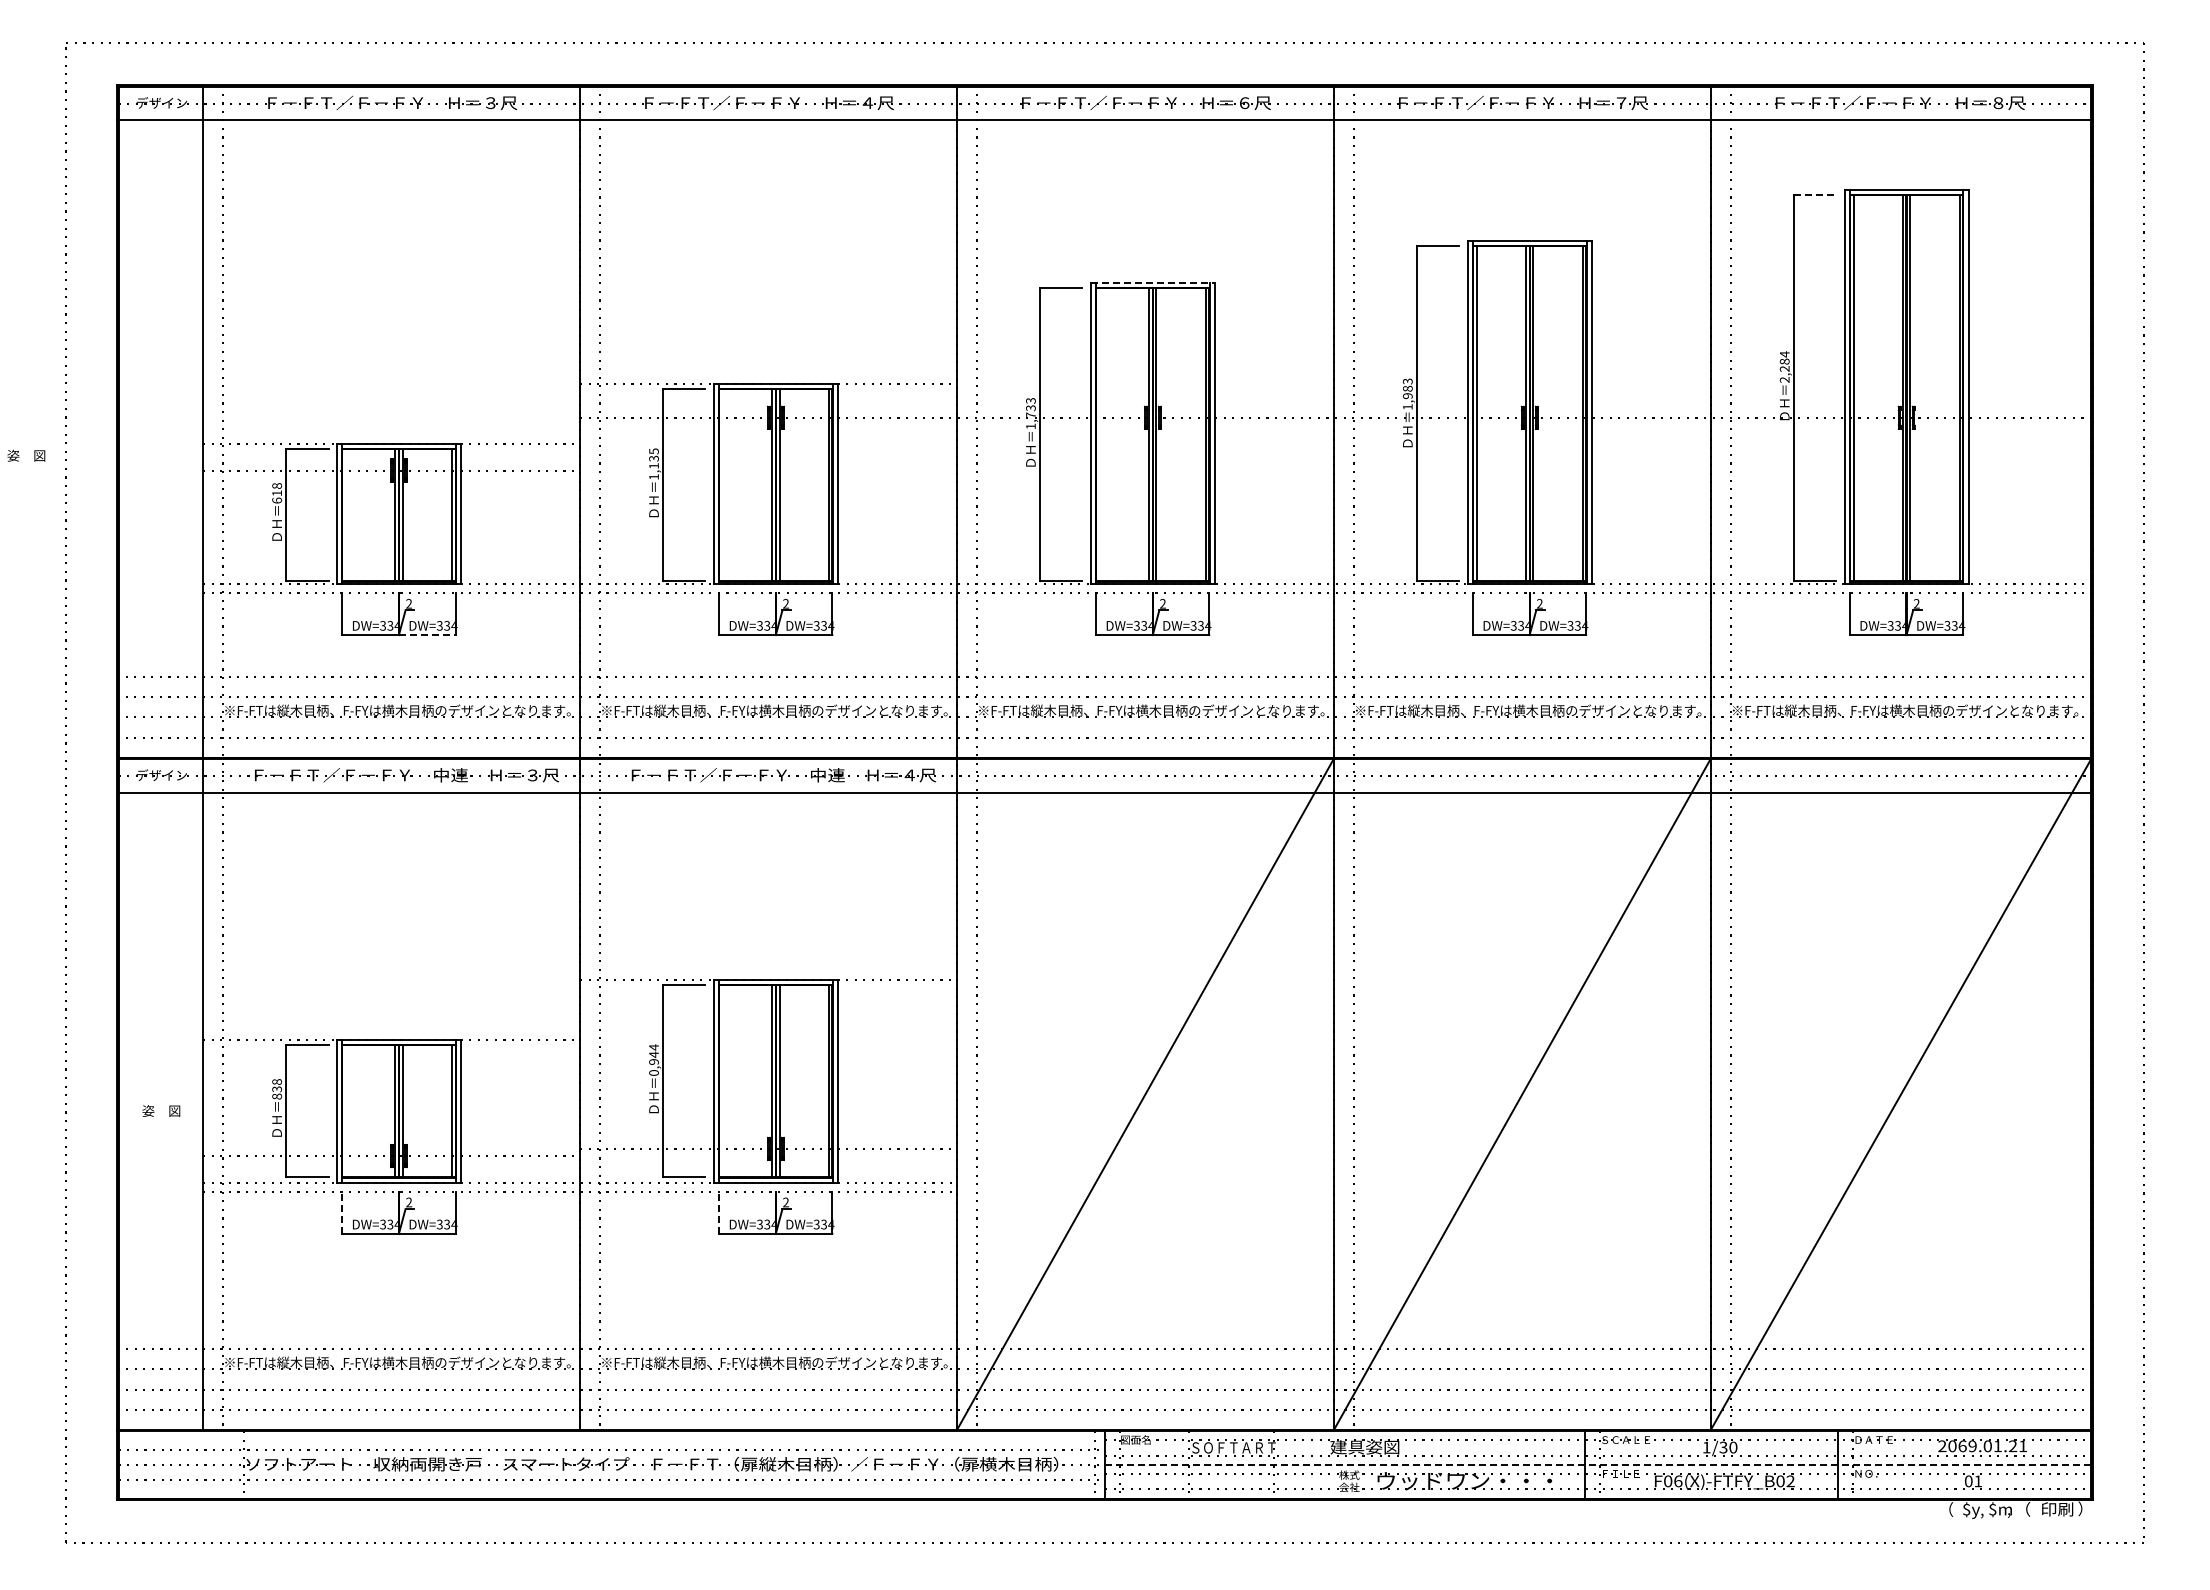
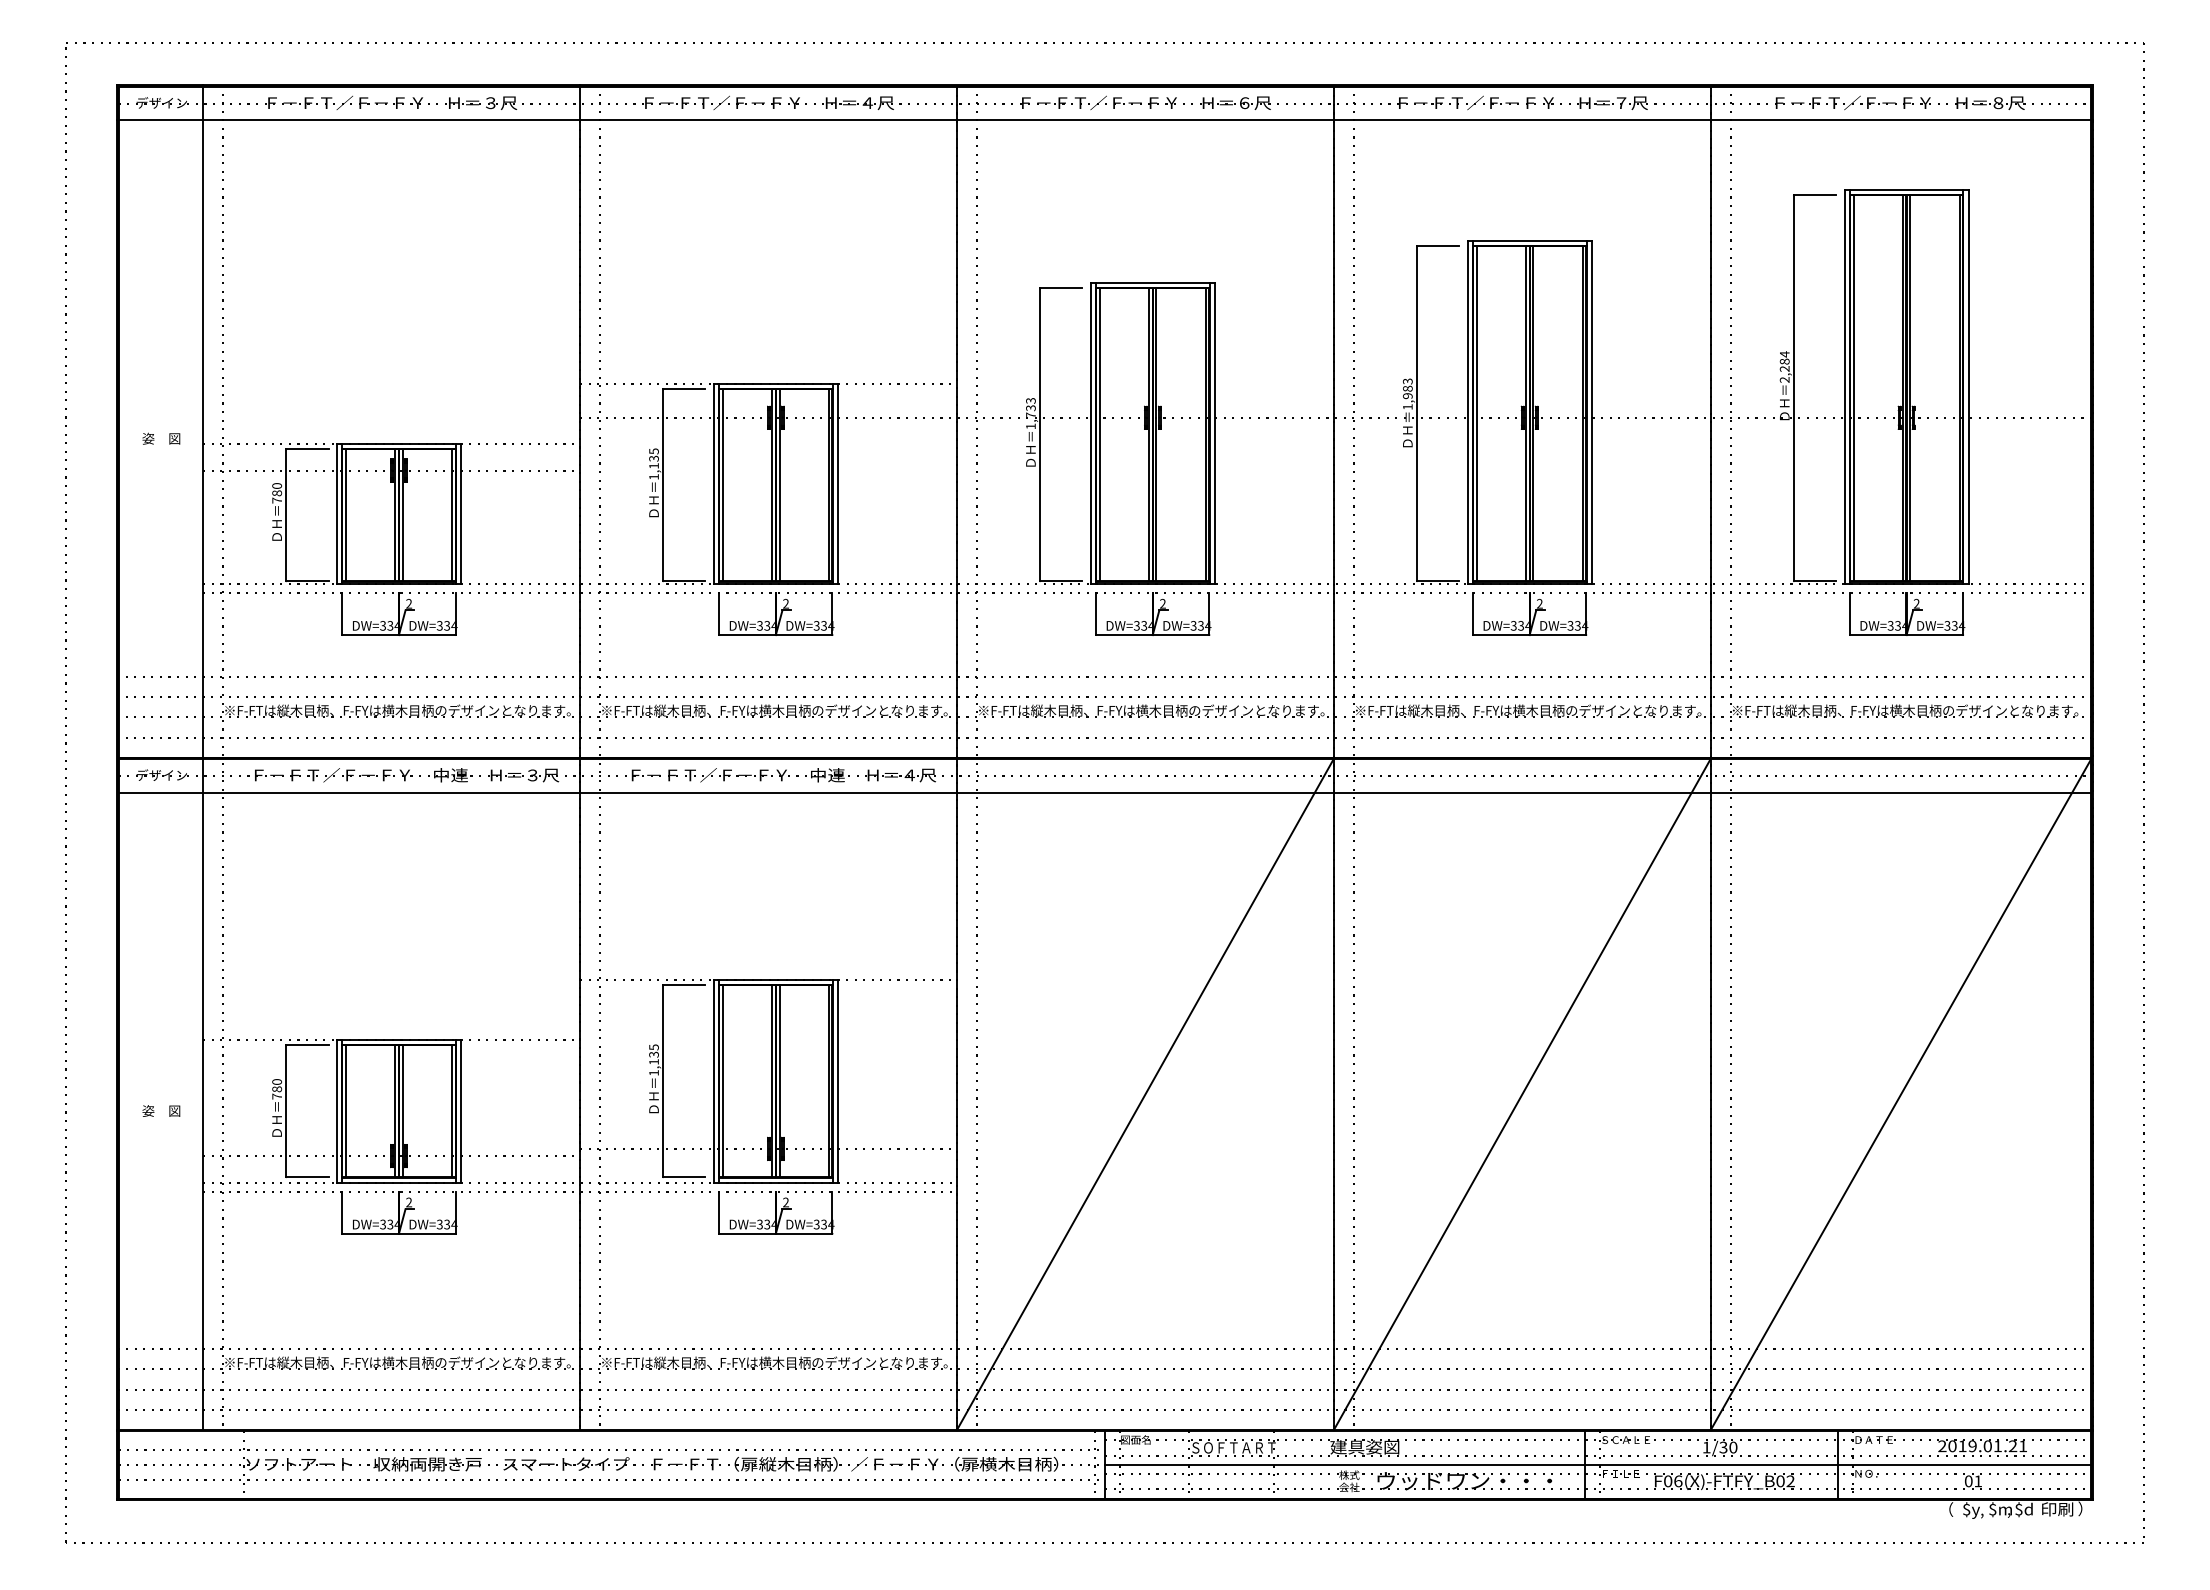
line at (1815, 195): dashed -> solid
line at (1152, 282): dashed -> solid
line at (1099, 434): none -> present
text at (26, 455) position: (26, 455) -> (161, 438)
line at (722, 485): none -> present
text at (277, 493): 618 -> 780
line at (345, 515): none -> present
line at (427, 635): dashed -> solid
text at (653, 1059): 0,944 -> 1,135
line at (722, 1081): none -> present
text at (277, 1089): 838 -> 780
line at (345, 1111): none -> present
line at (342, 1212): dashed -> solid
line at (719, 1212): dashed -> solid
text at (1962, 1446): 2069.01.21 -> 2019.01.21
line at (1598, 1464): dashed -> solid
text at (2023, 1509): （ -> $d
